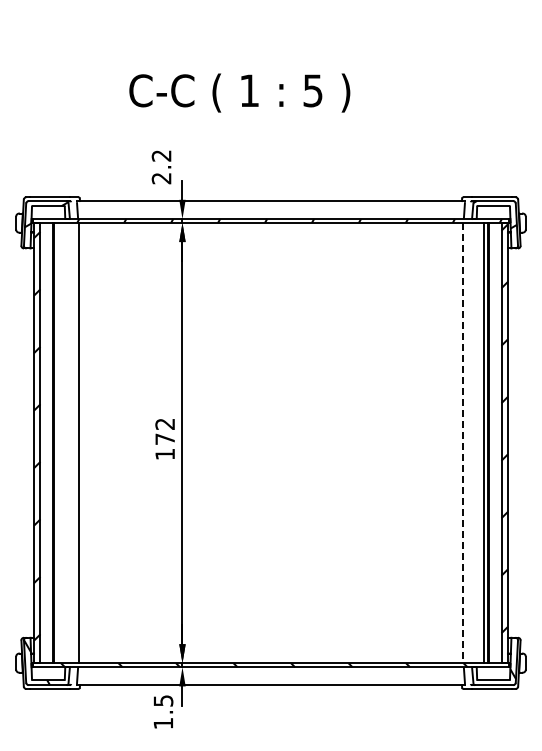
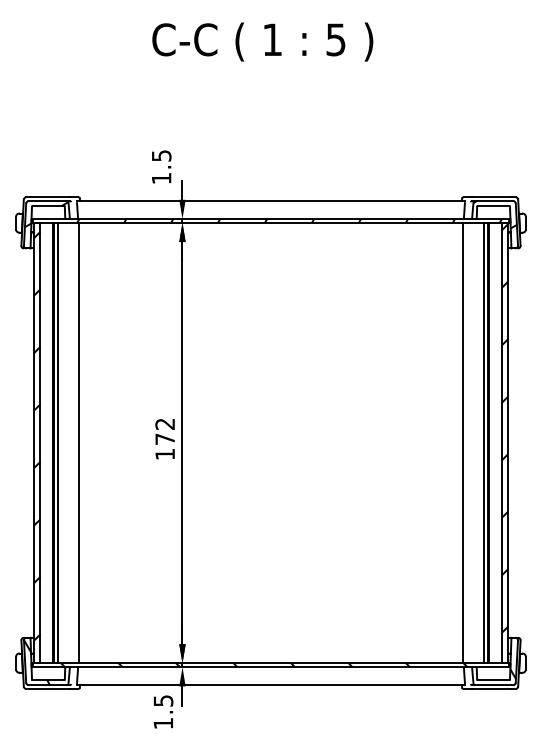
text at (239, 92) position: (239, 92) -> (262, 41)
text at (161, 167): 2.2 -> 1.5
line at (58, 442): none -> present
line at (463, 443): dashed -> solid
